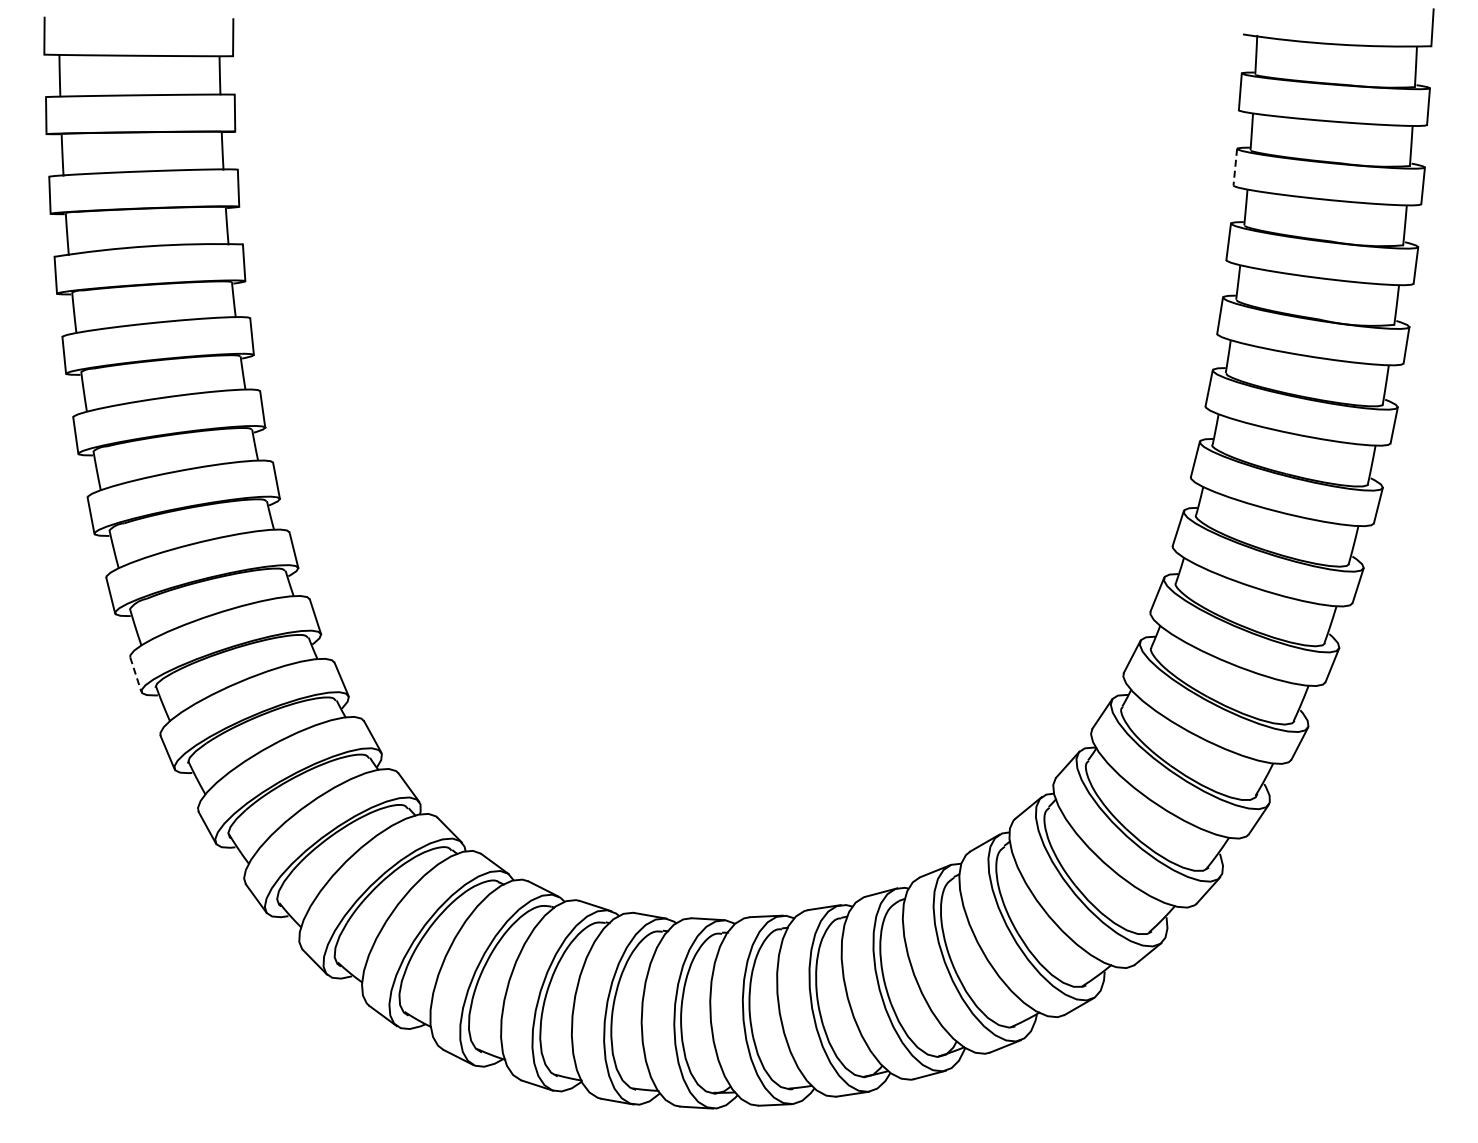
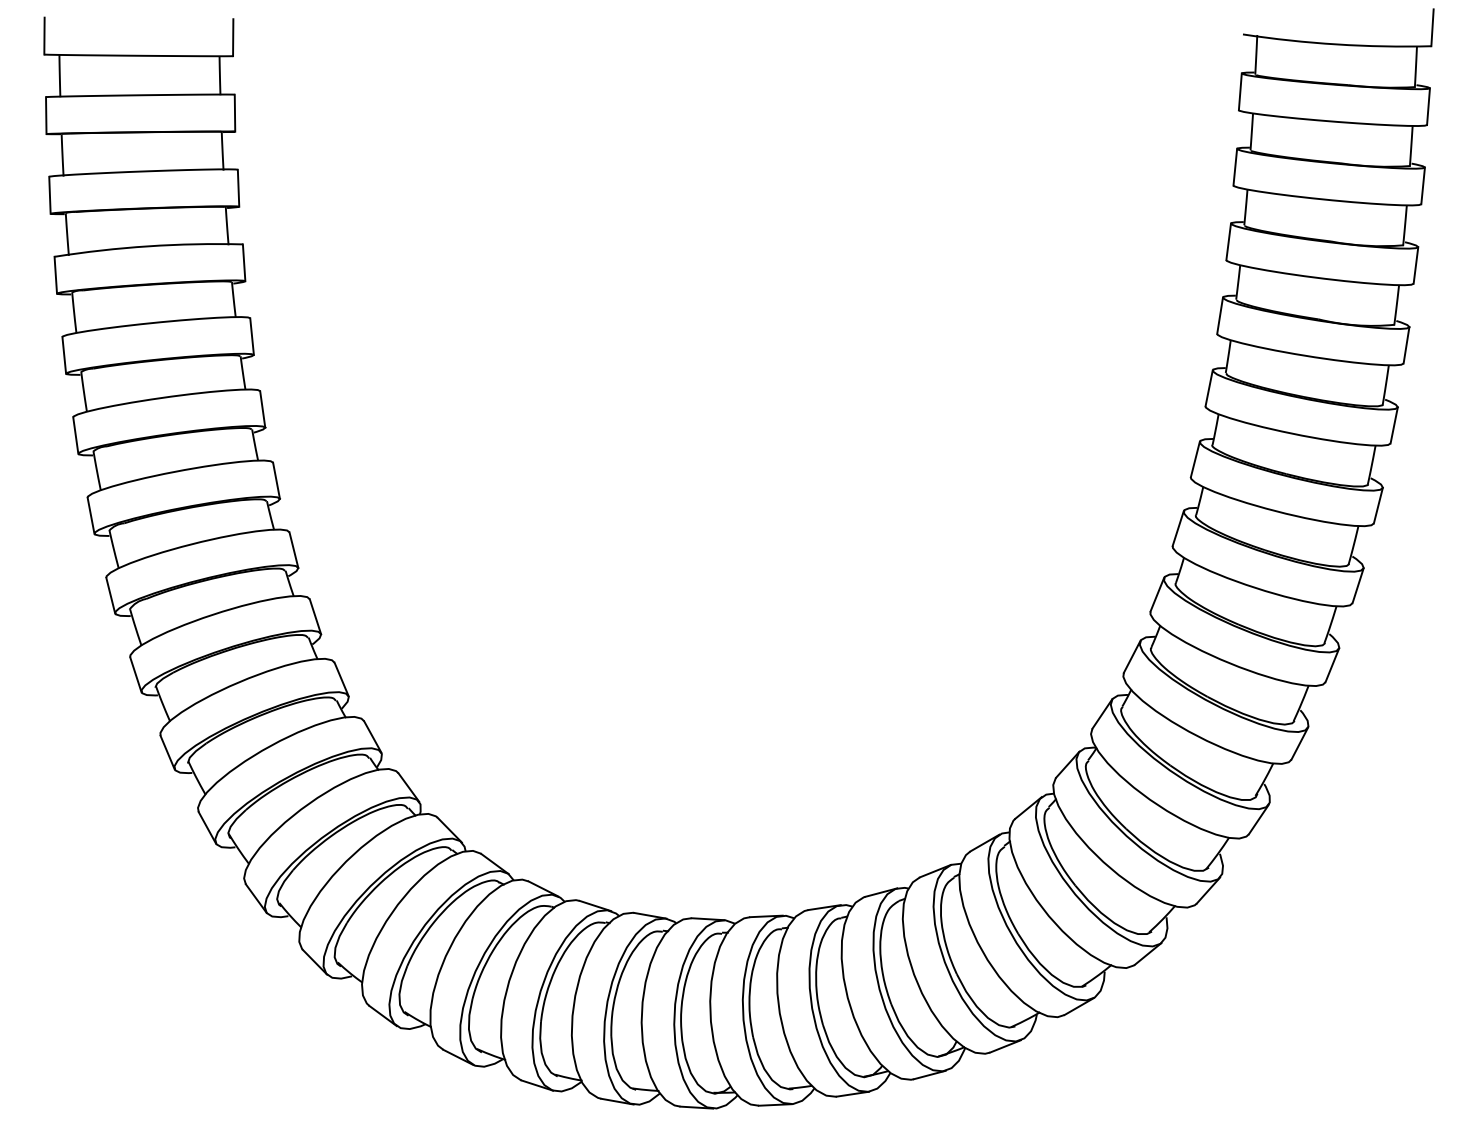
line at (1235, 167): dashed -> solid
line at (136, 675): dashed -> solid
